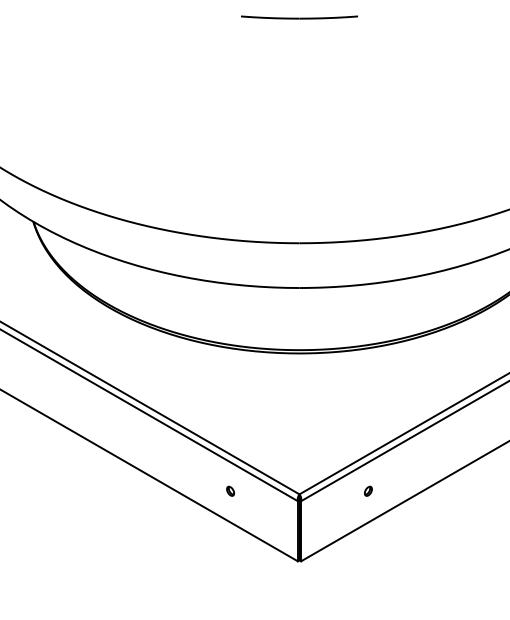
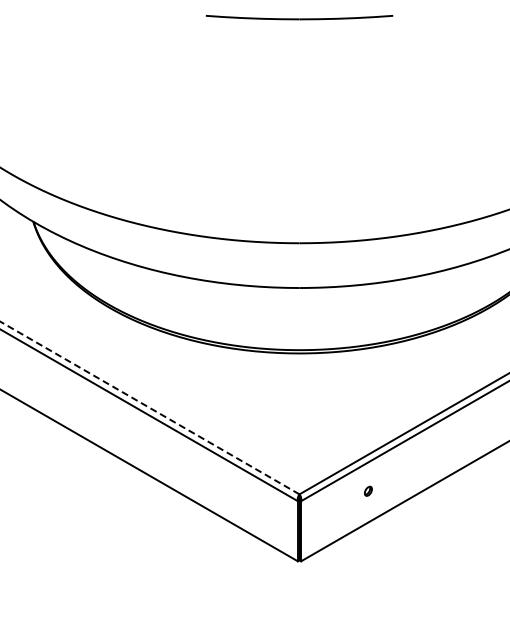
part at (299, 17) size: 117x5 px -> 189x6 px
line at (149, 407): solid -> dashed
part at (230, 490): present -> none
